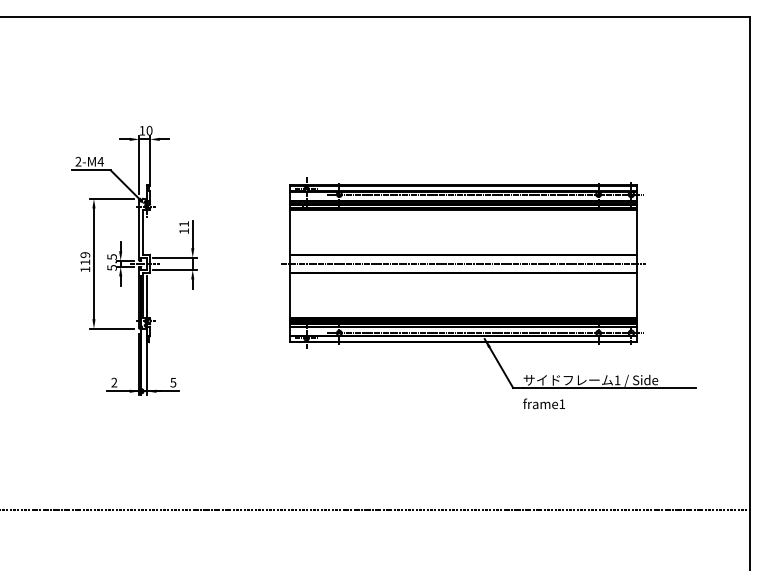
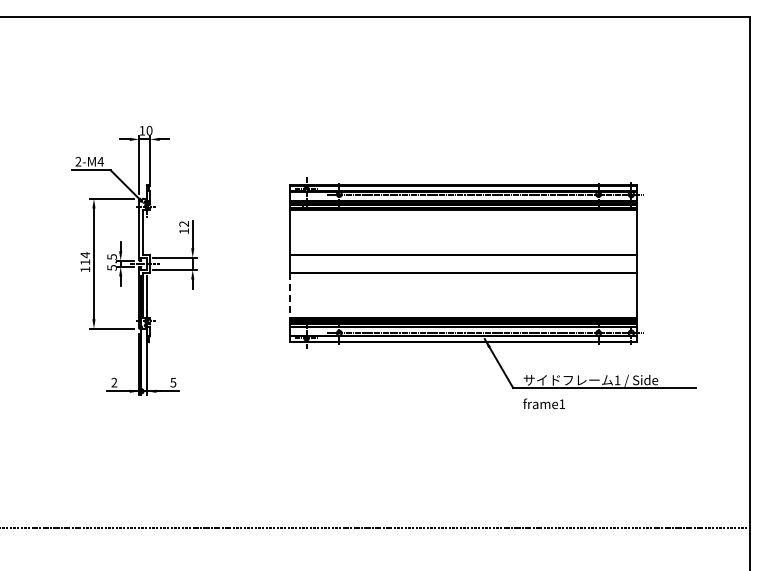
text at (183, 223): 11 -> 12
text at (85, 255): 119 -> 114
line at (463, 263): present -> none
line at (290, 296): solid -> dashed
line at (375, 509) position: (375, 509) -> (375, 527)
